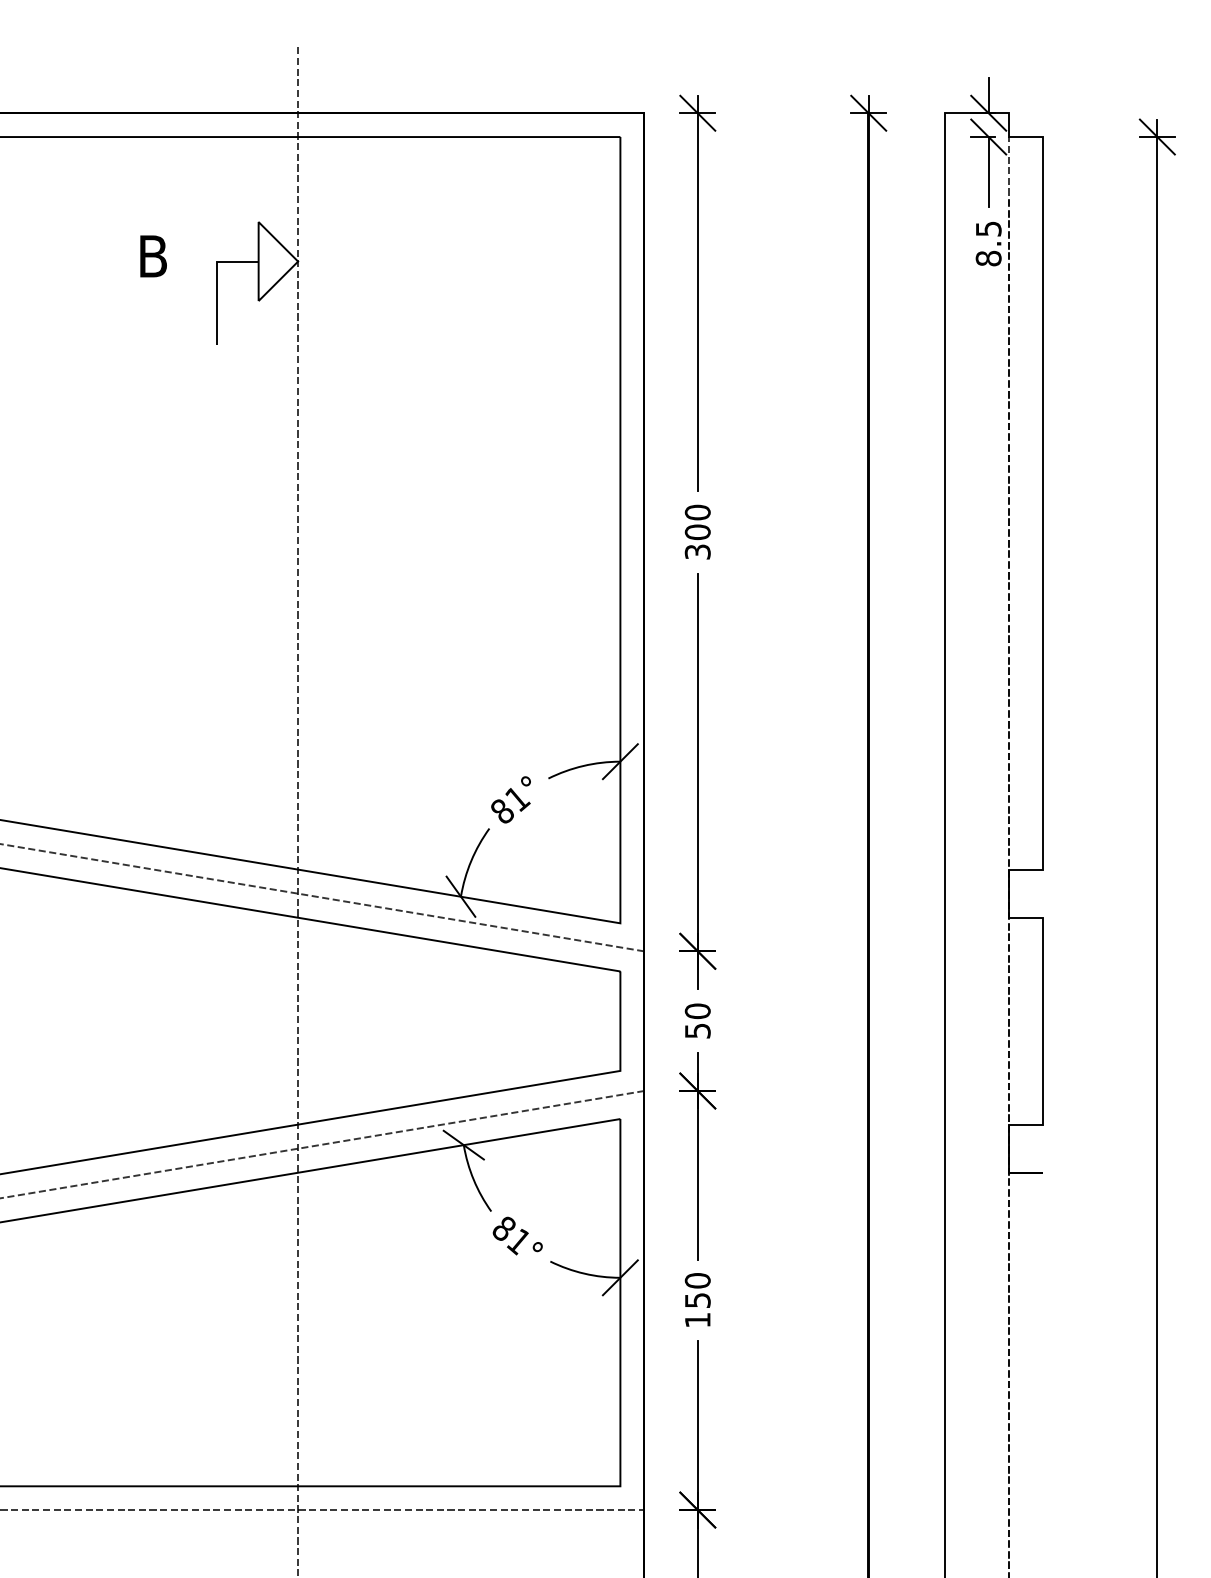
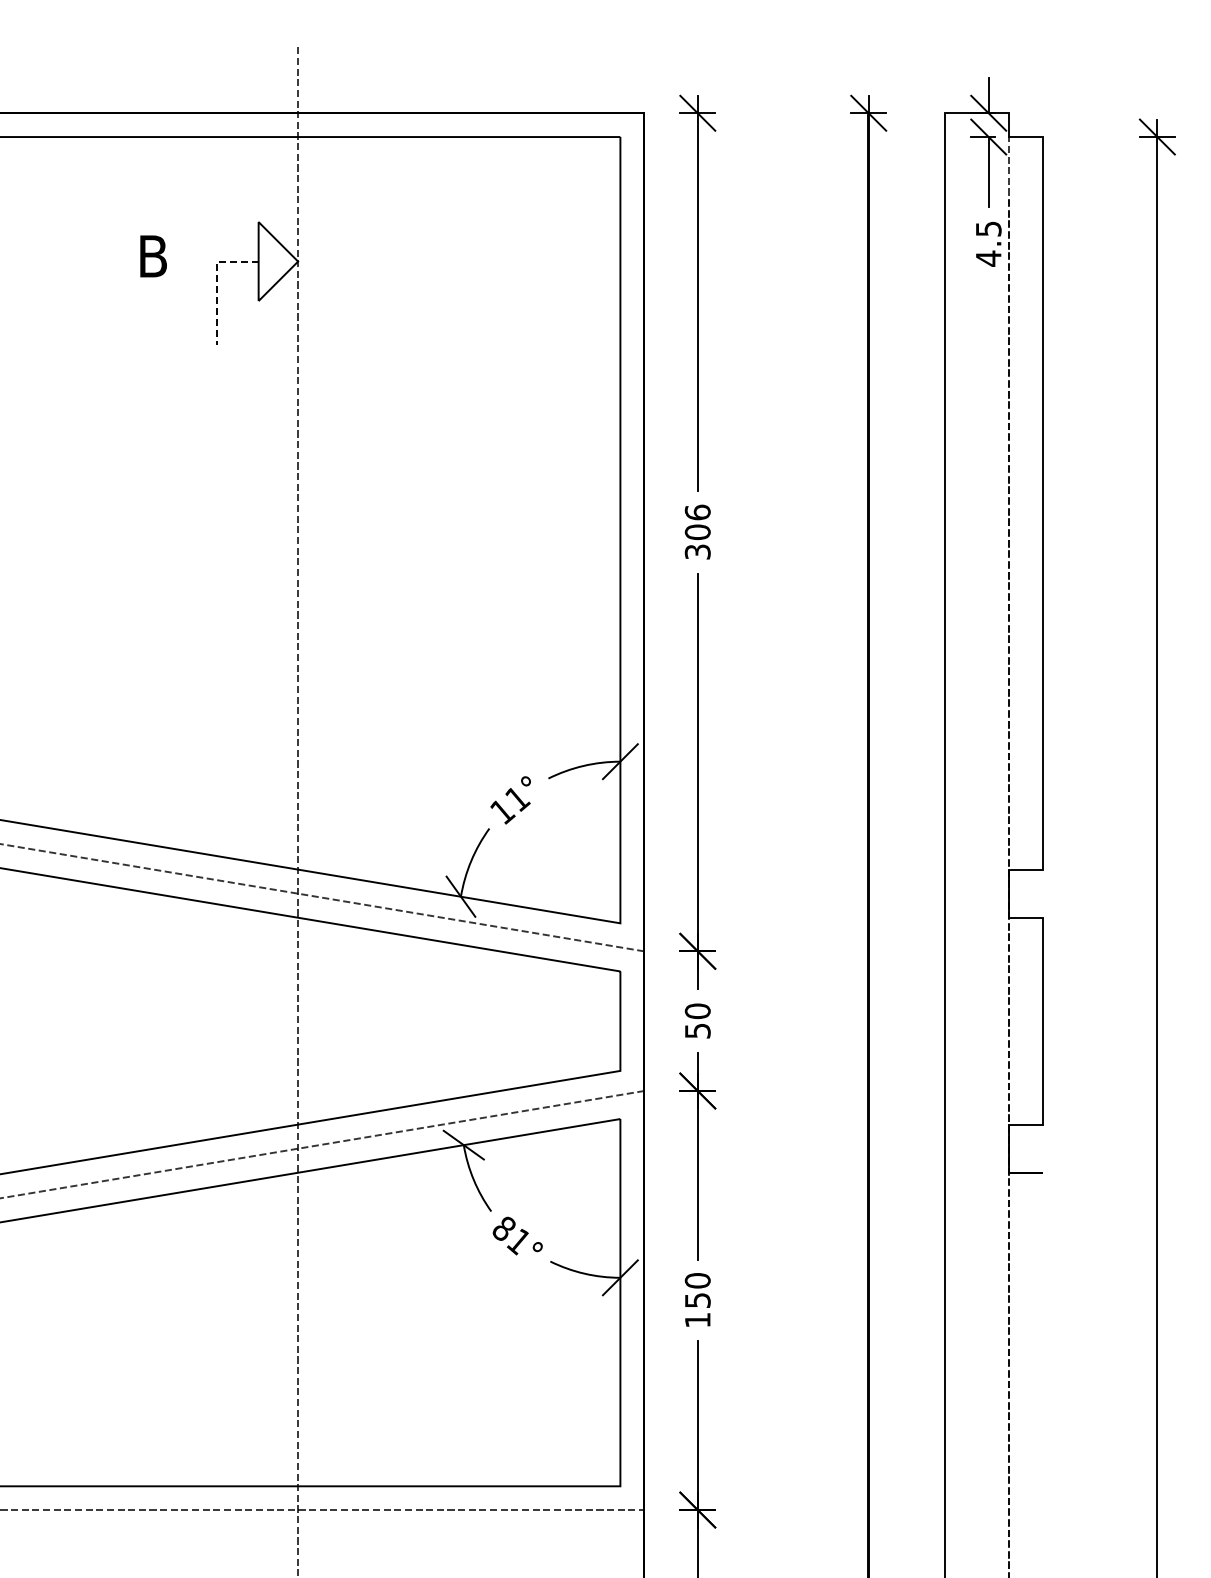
text at (988, 258): 8.5 -> 4.5
line at (216, 282): solid -> dashed
text at (697, 512): 300 -> 306
text at (502, 811): 81° -> 11°
